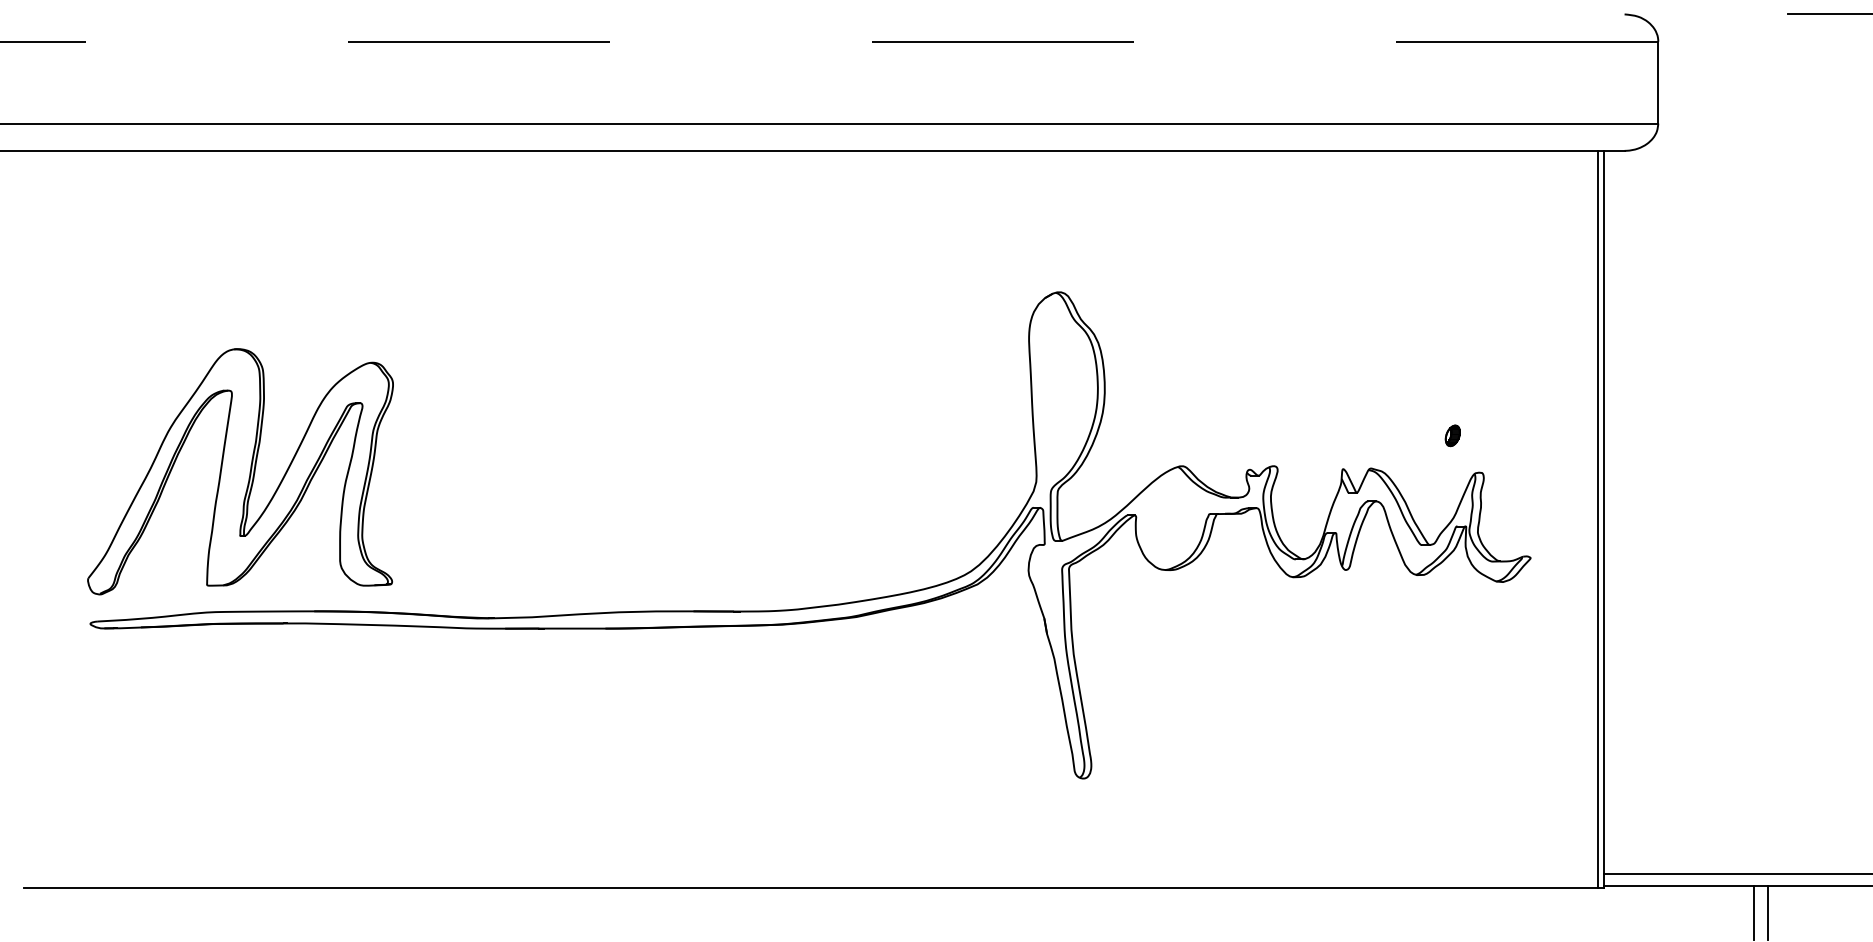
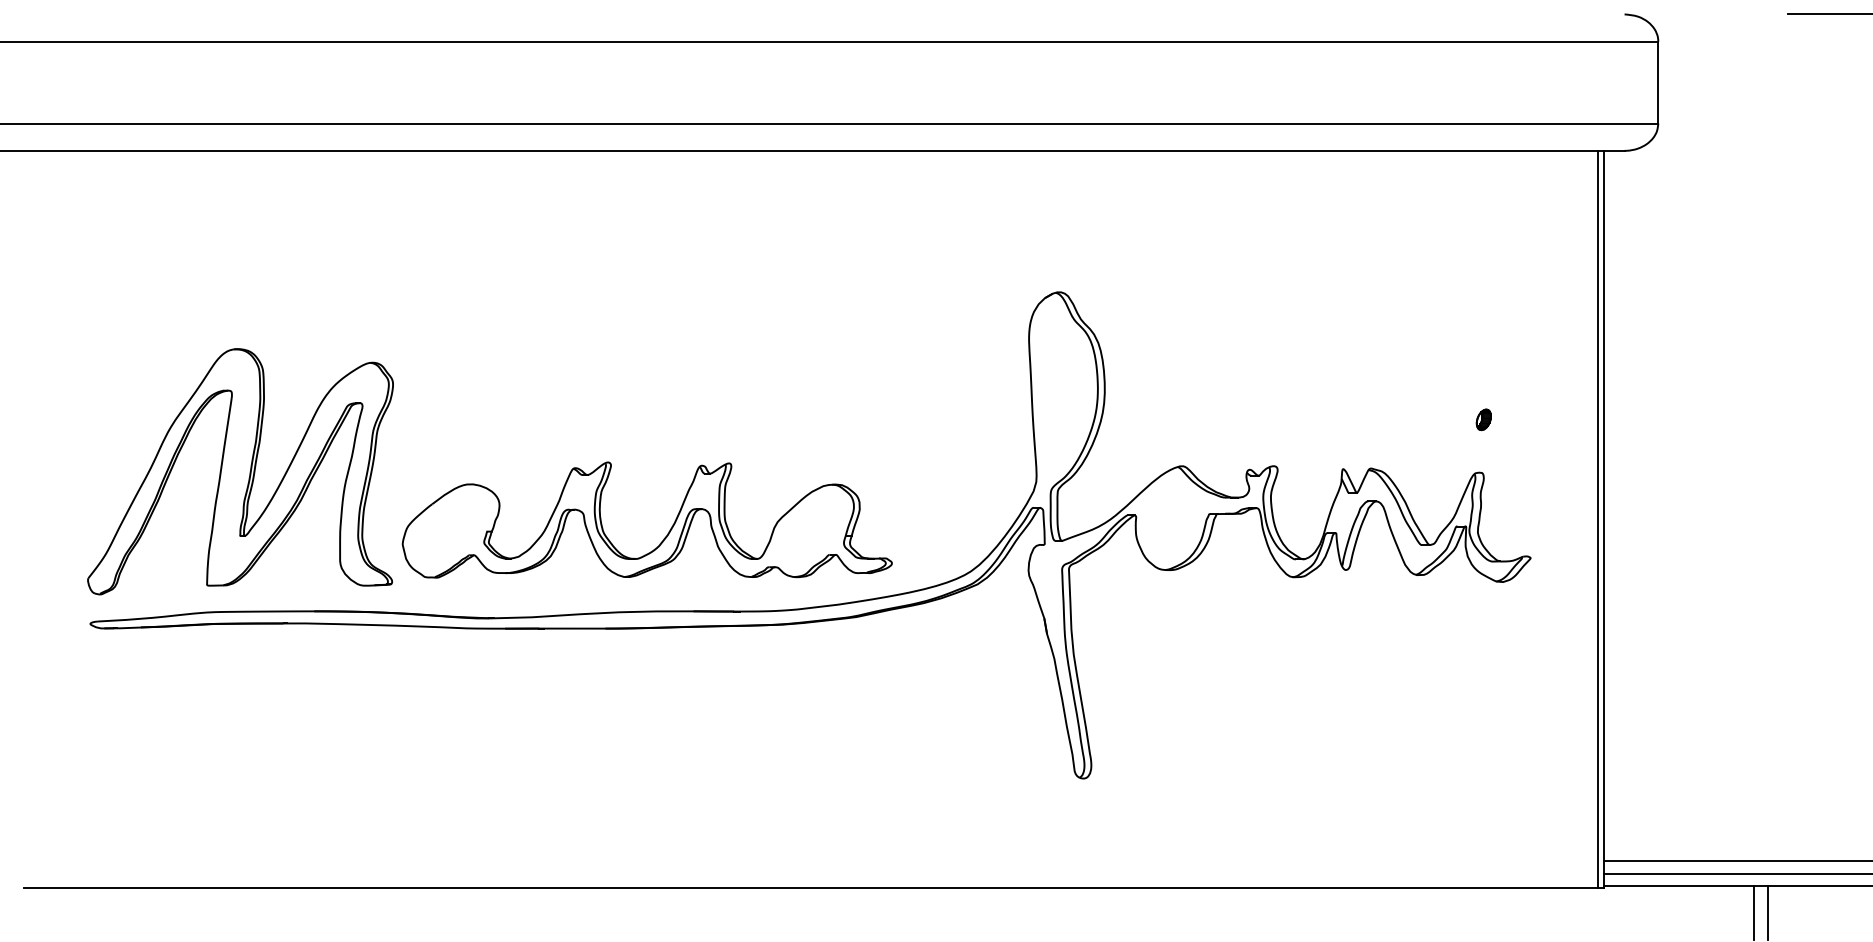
line at (829, 41): dashed -> solid
part at (1452, 435) position: (1452, 435) -> (1483, 419)
part at (668, 531): none -> present
line at (1736, 860): none -> present
